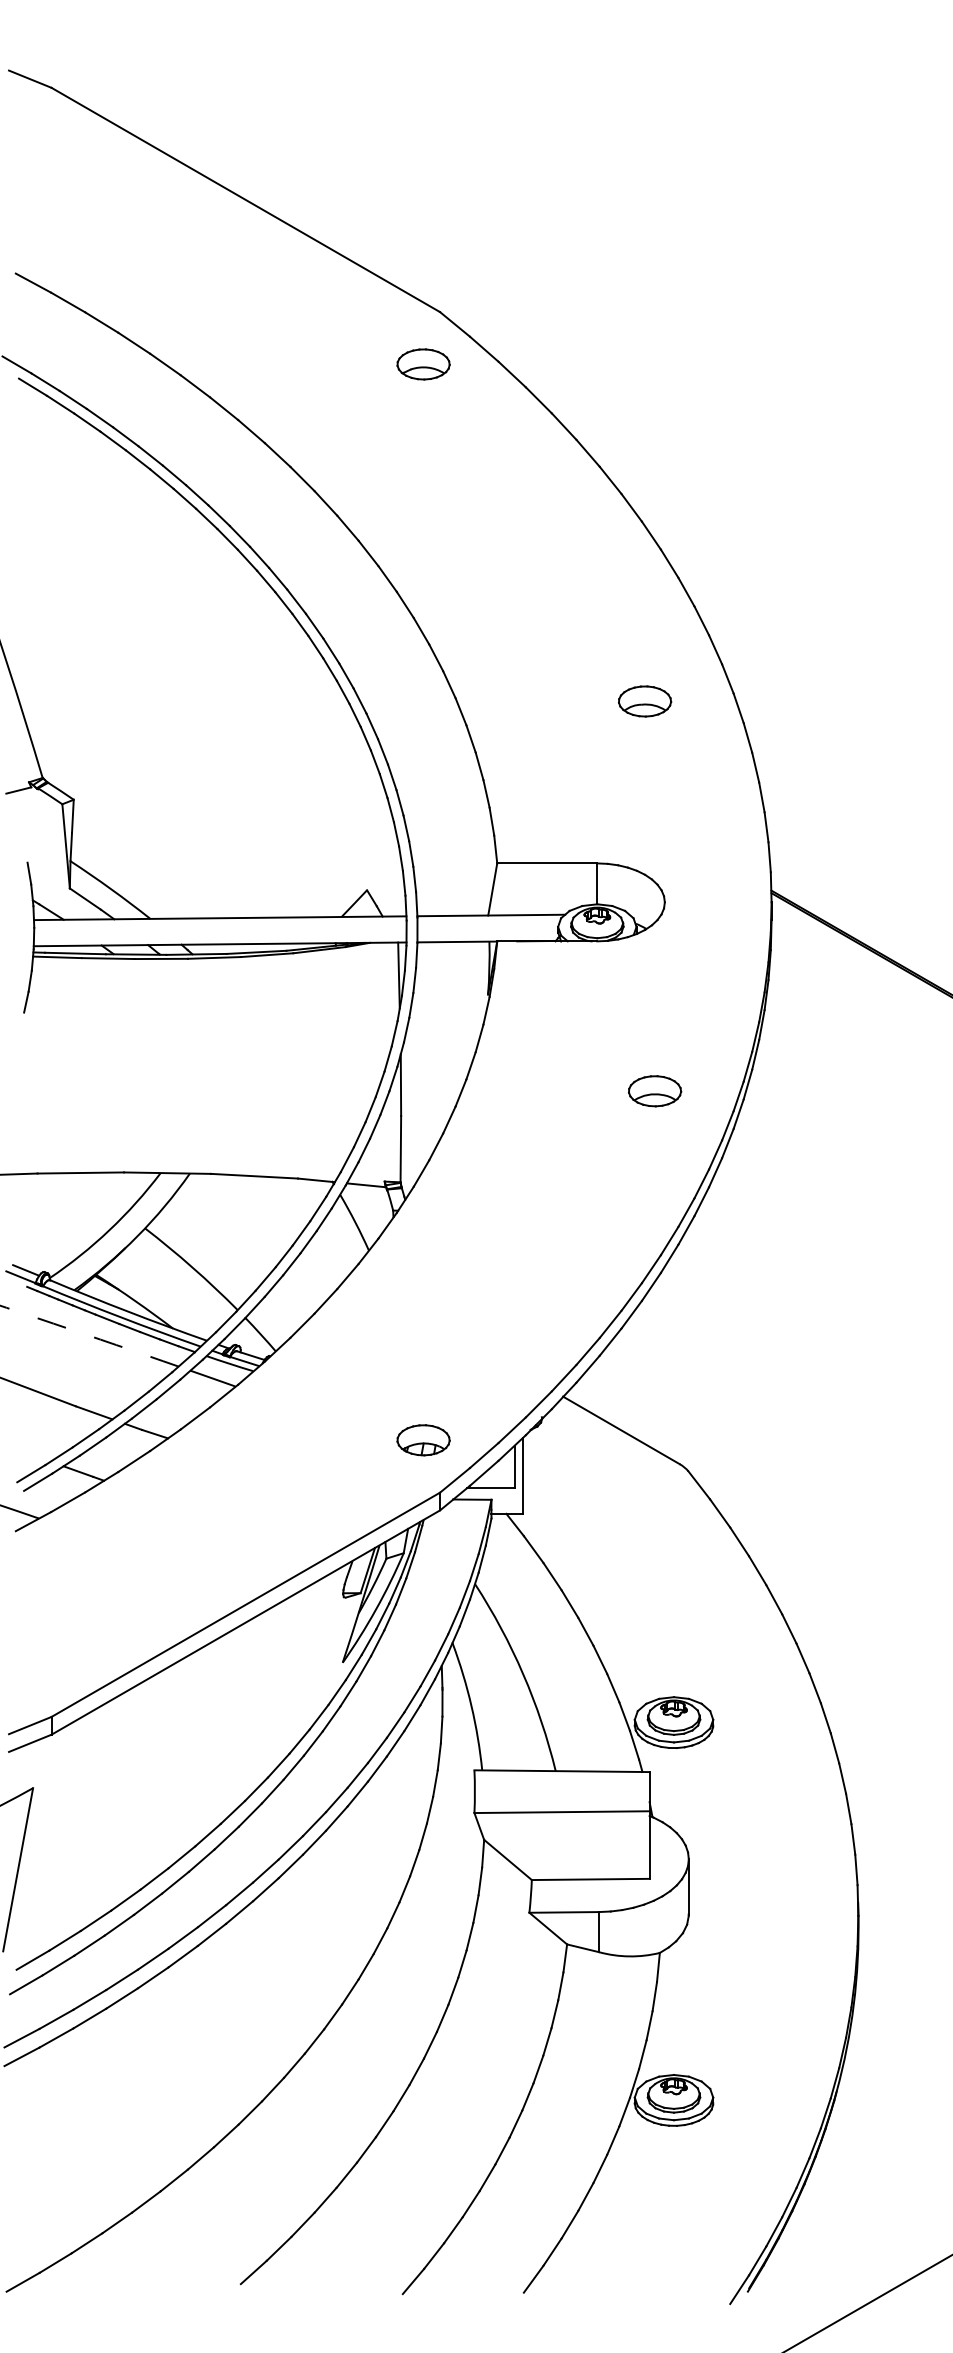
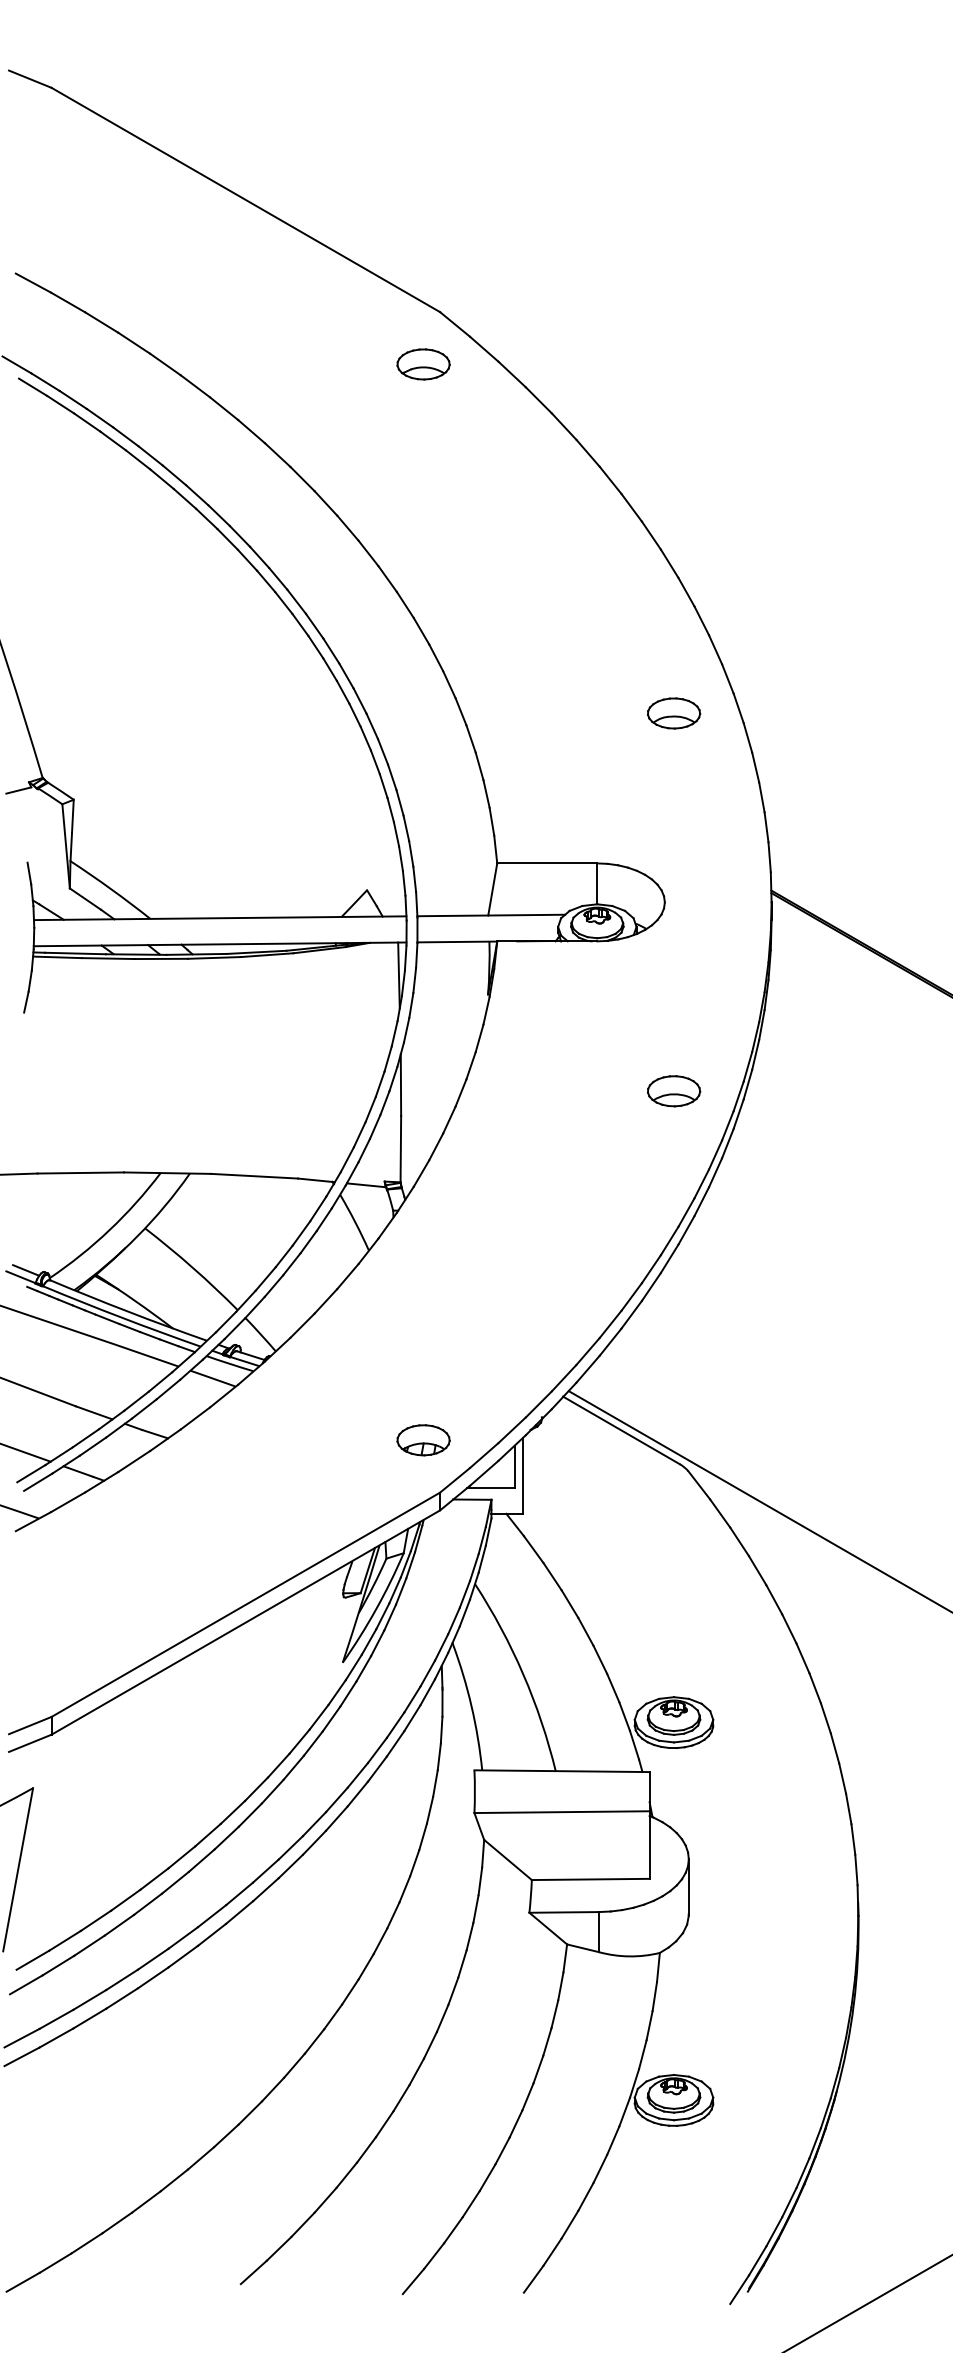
part at (645, 701) position: (645, 701) -> (674, 713)
part at (655, 1091) position: (655, 1091) -> (674, 1091)
arc at (89, 1335): dashed -> solid
line at (26, 1452): none -> present
line at (758, 1500): none -> present
